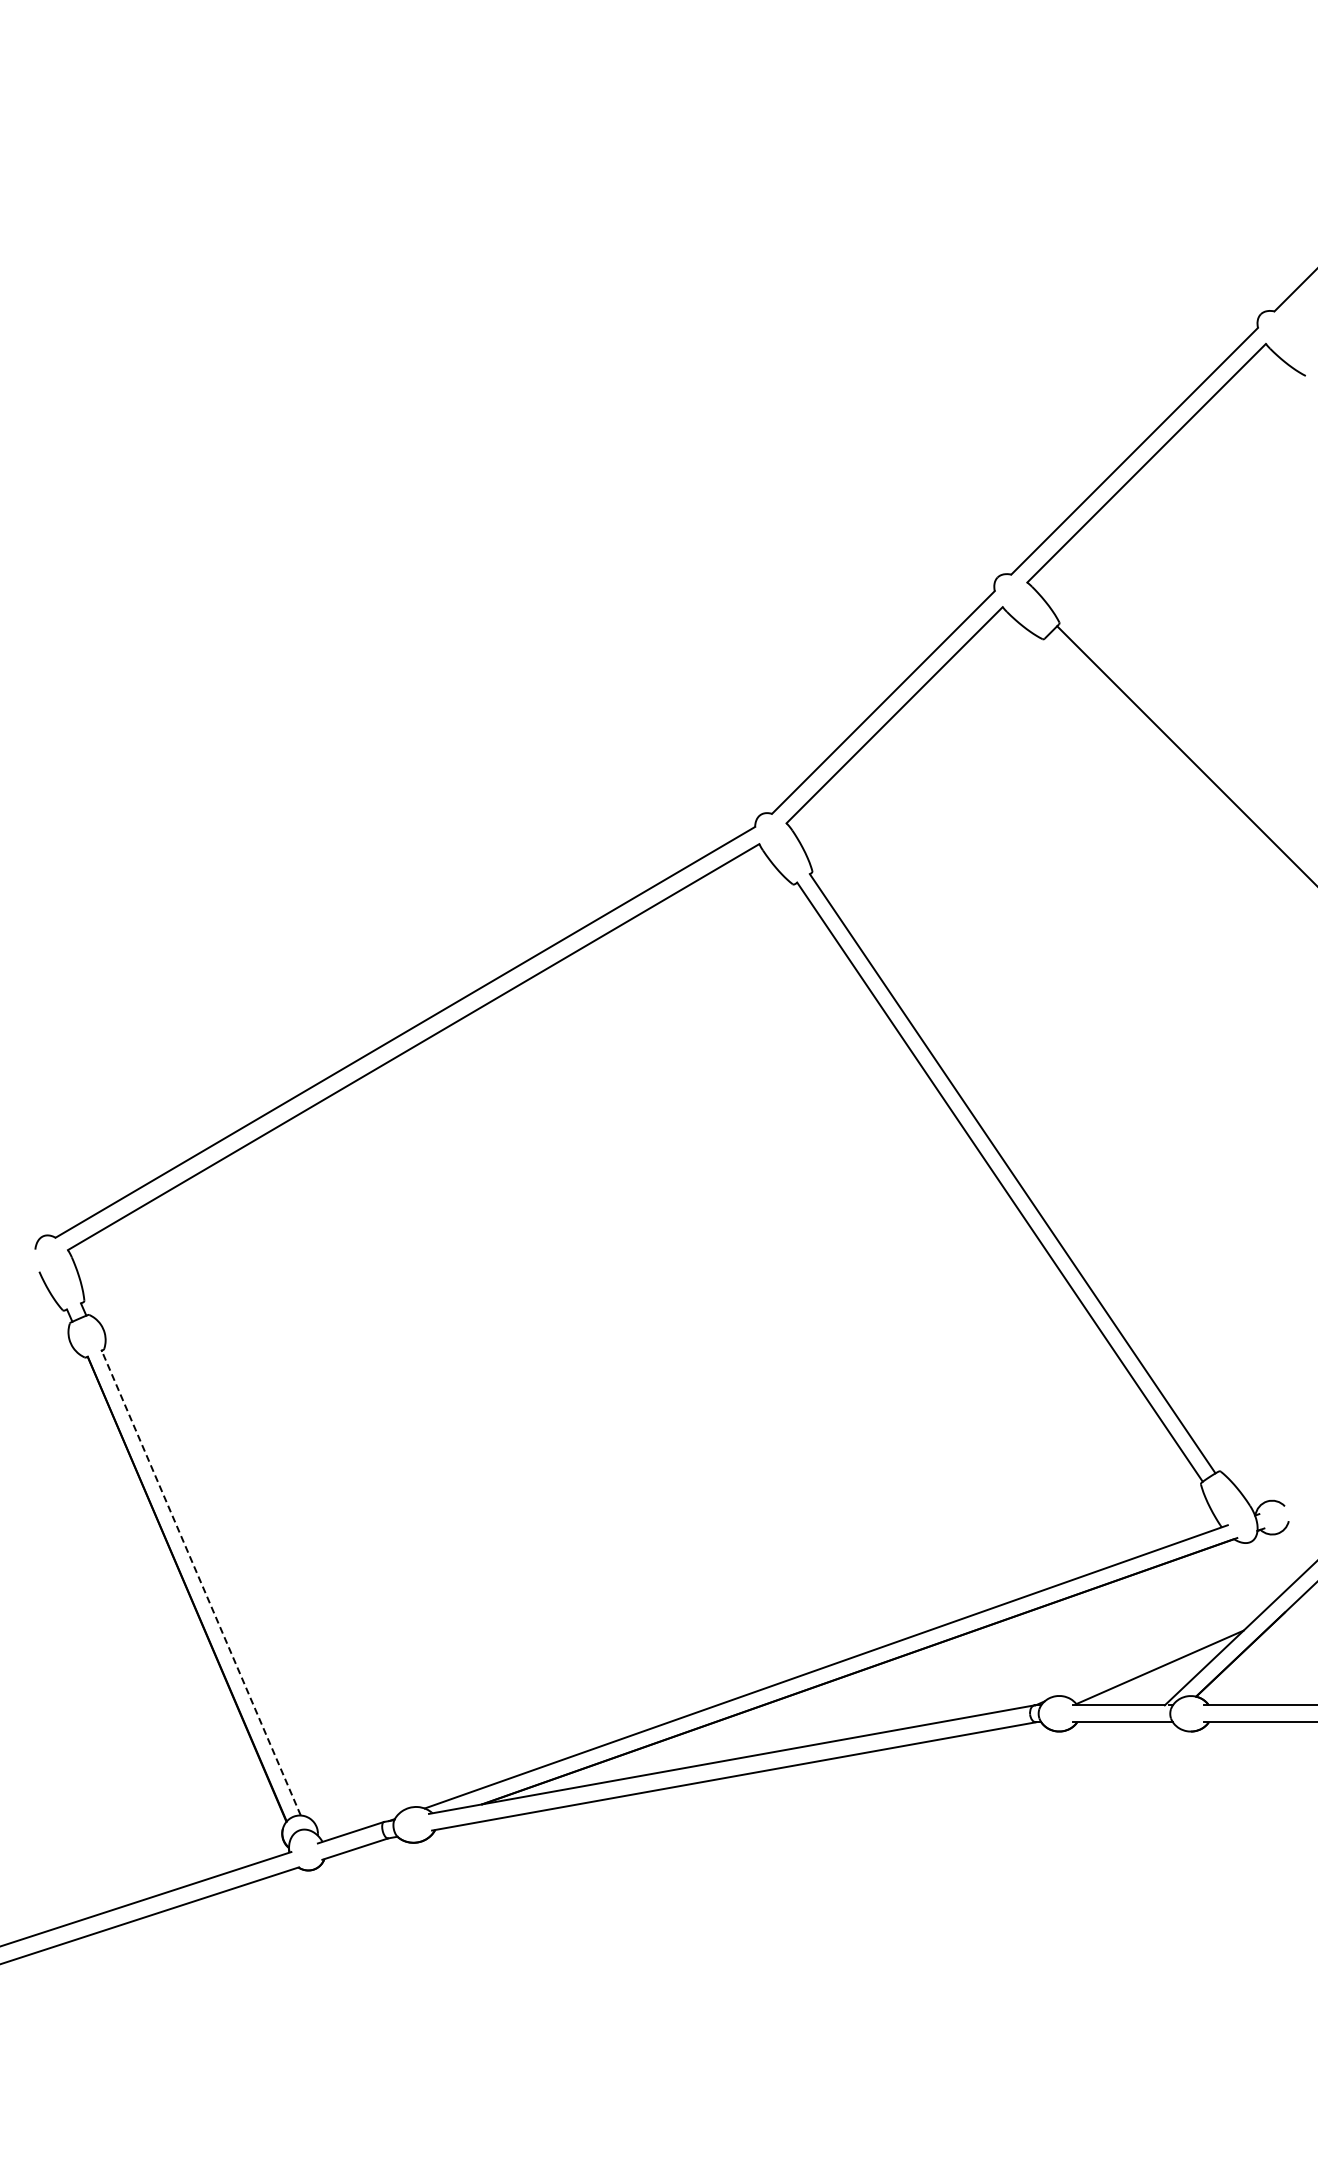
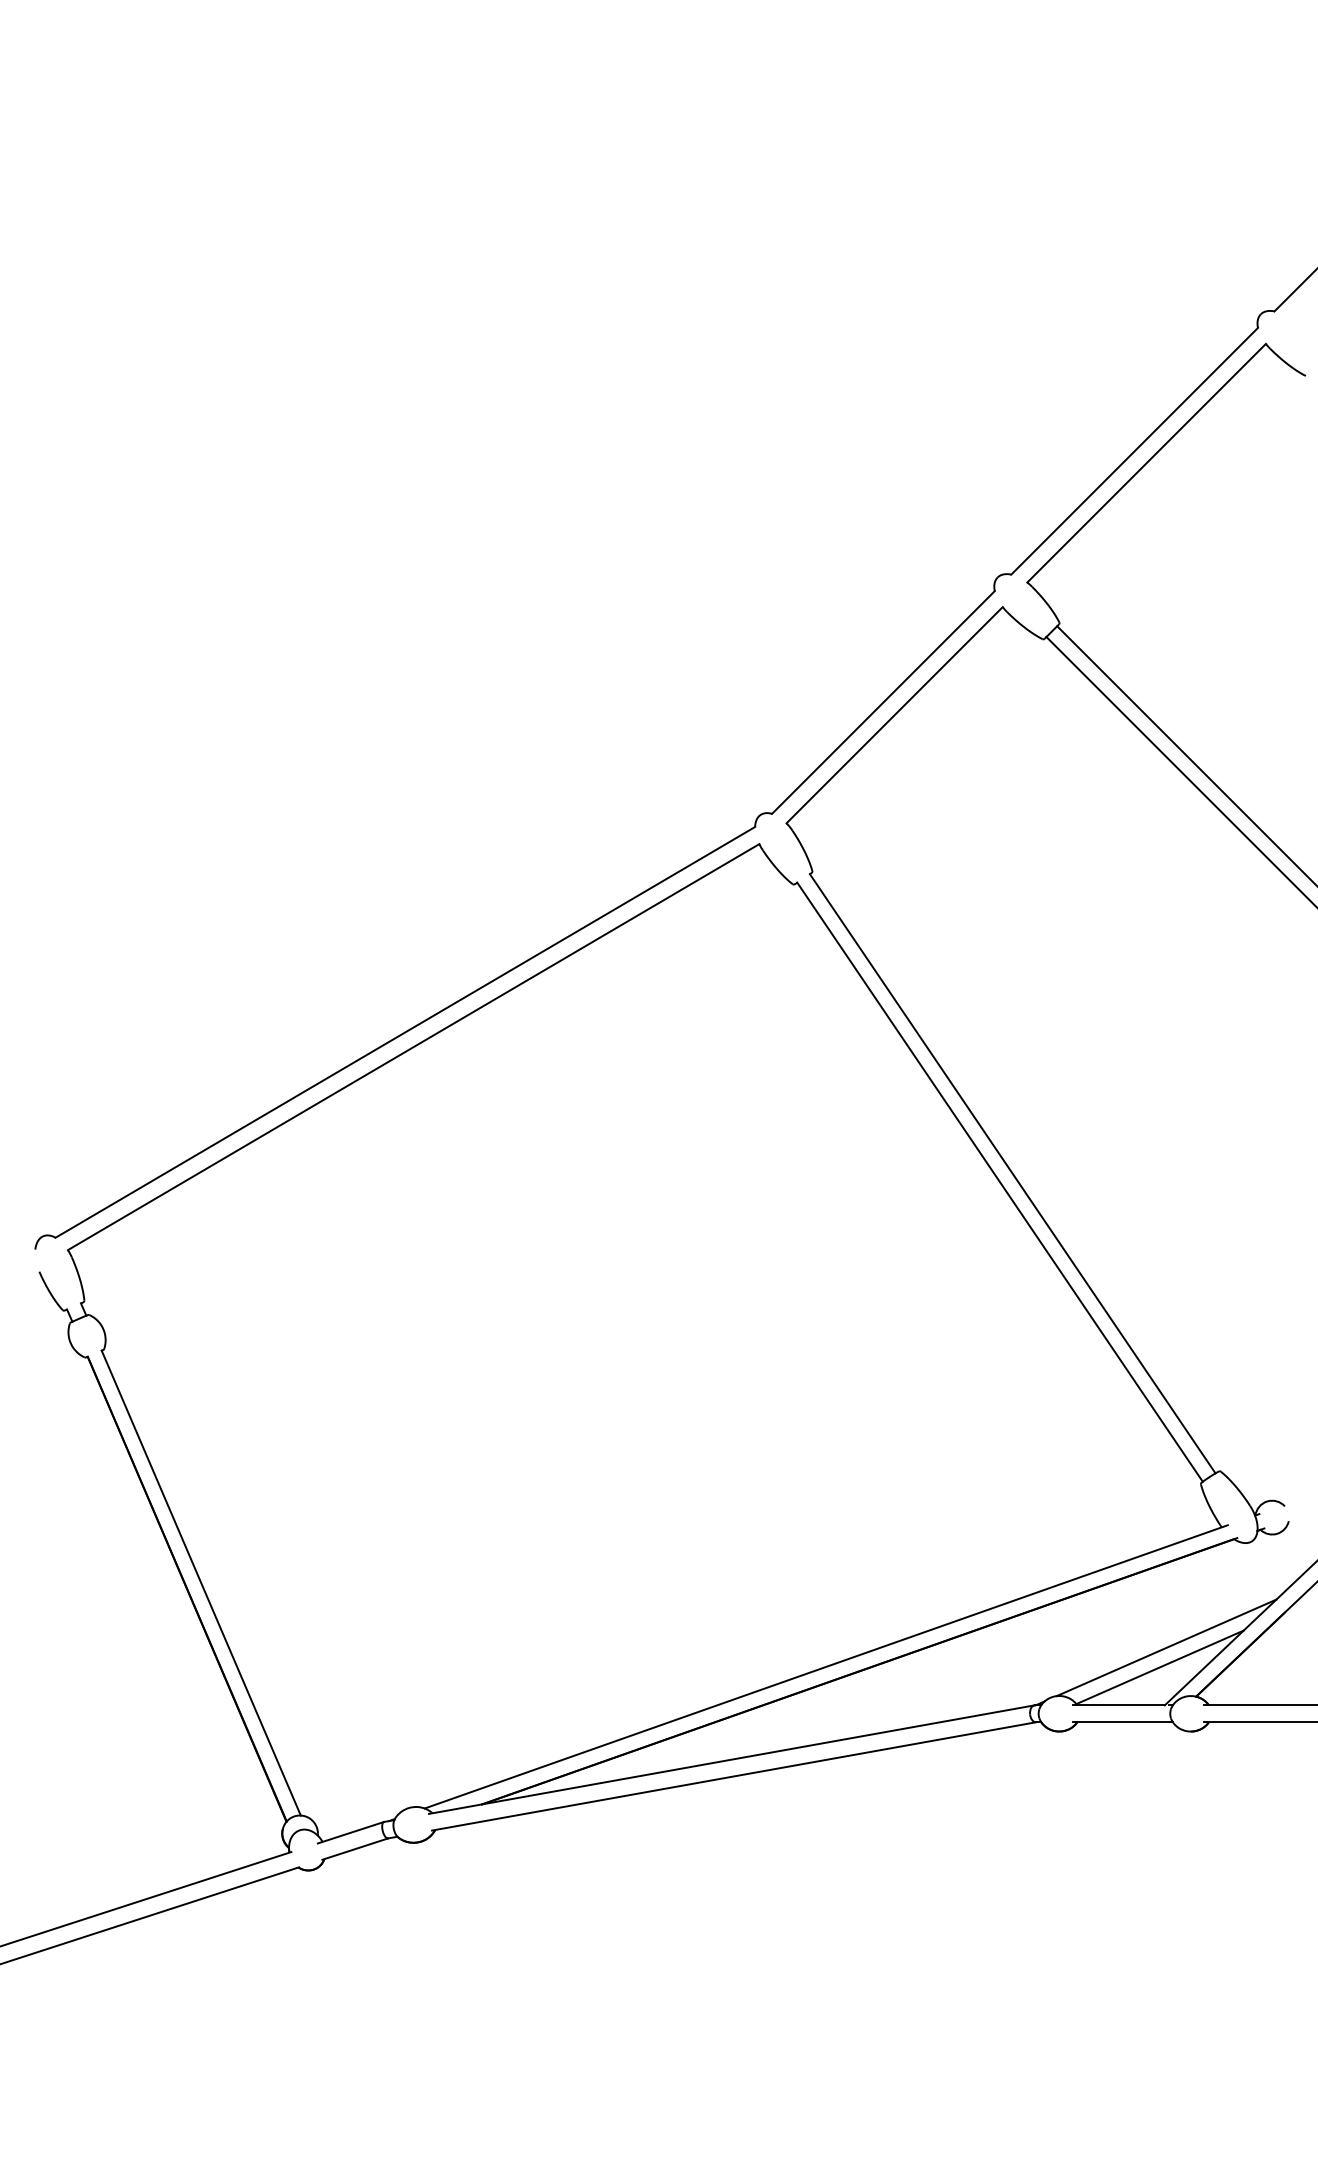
line at (1180, 771): none -> present
line at (201, 1583): dashed -> solid
line at (1166, 1647): none -> present
